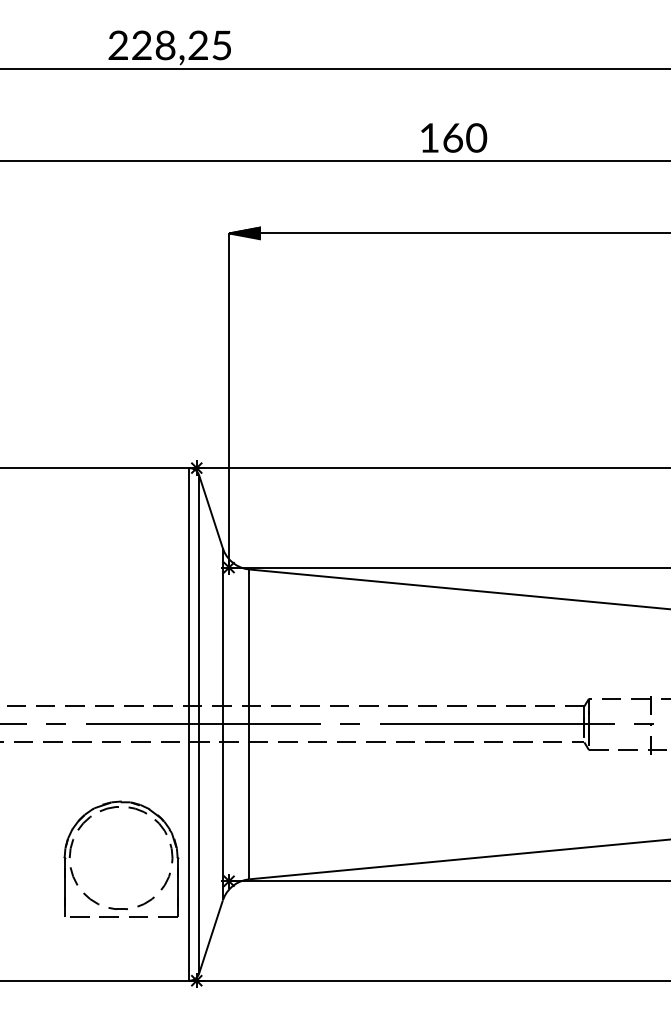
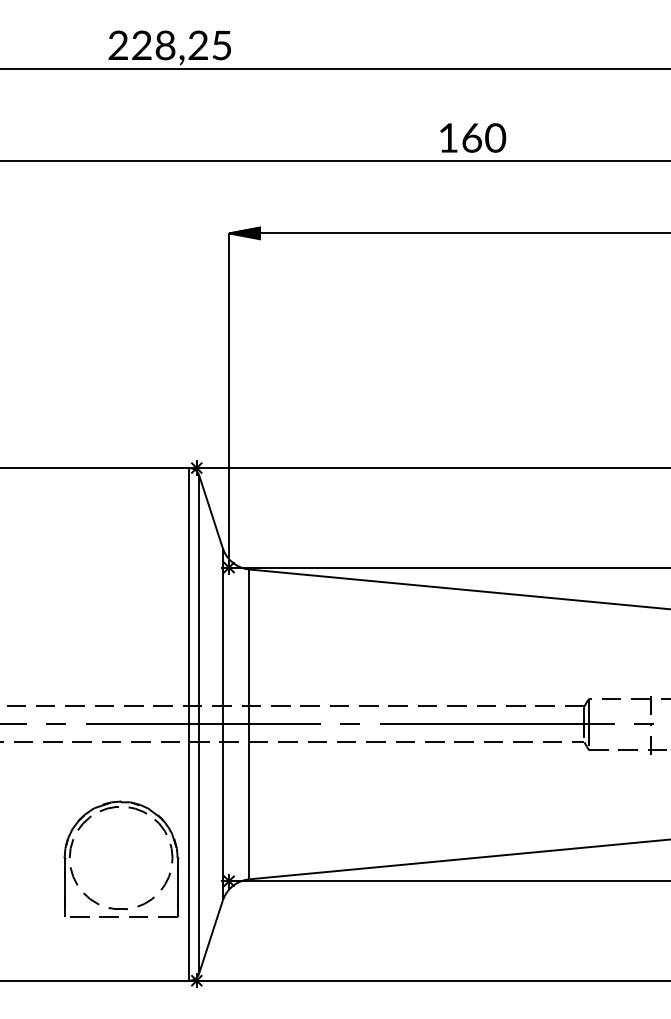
text at (454, 137) position: (454, 137) -> (473, 137)
